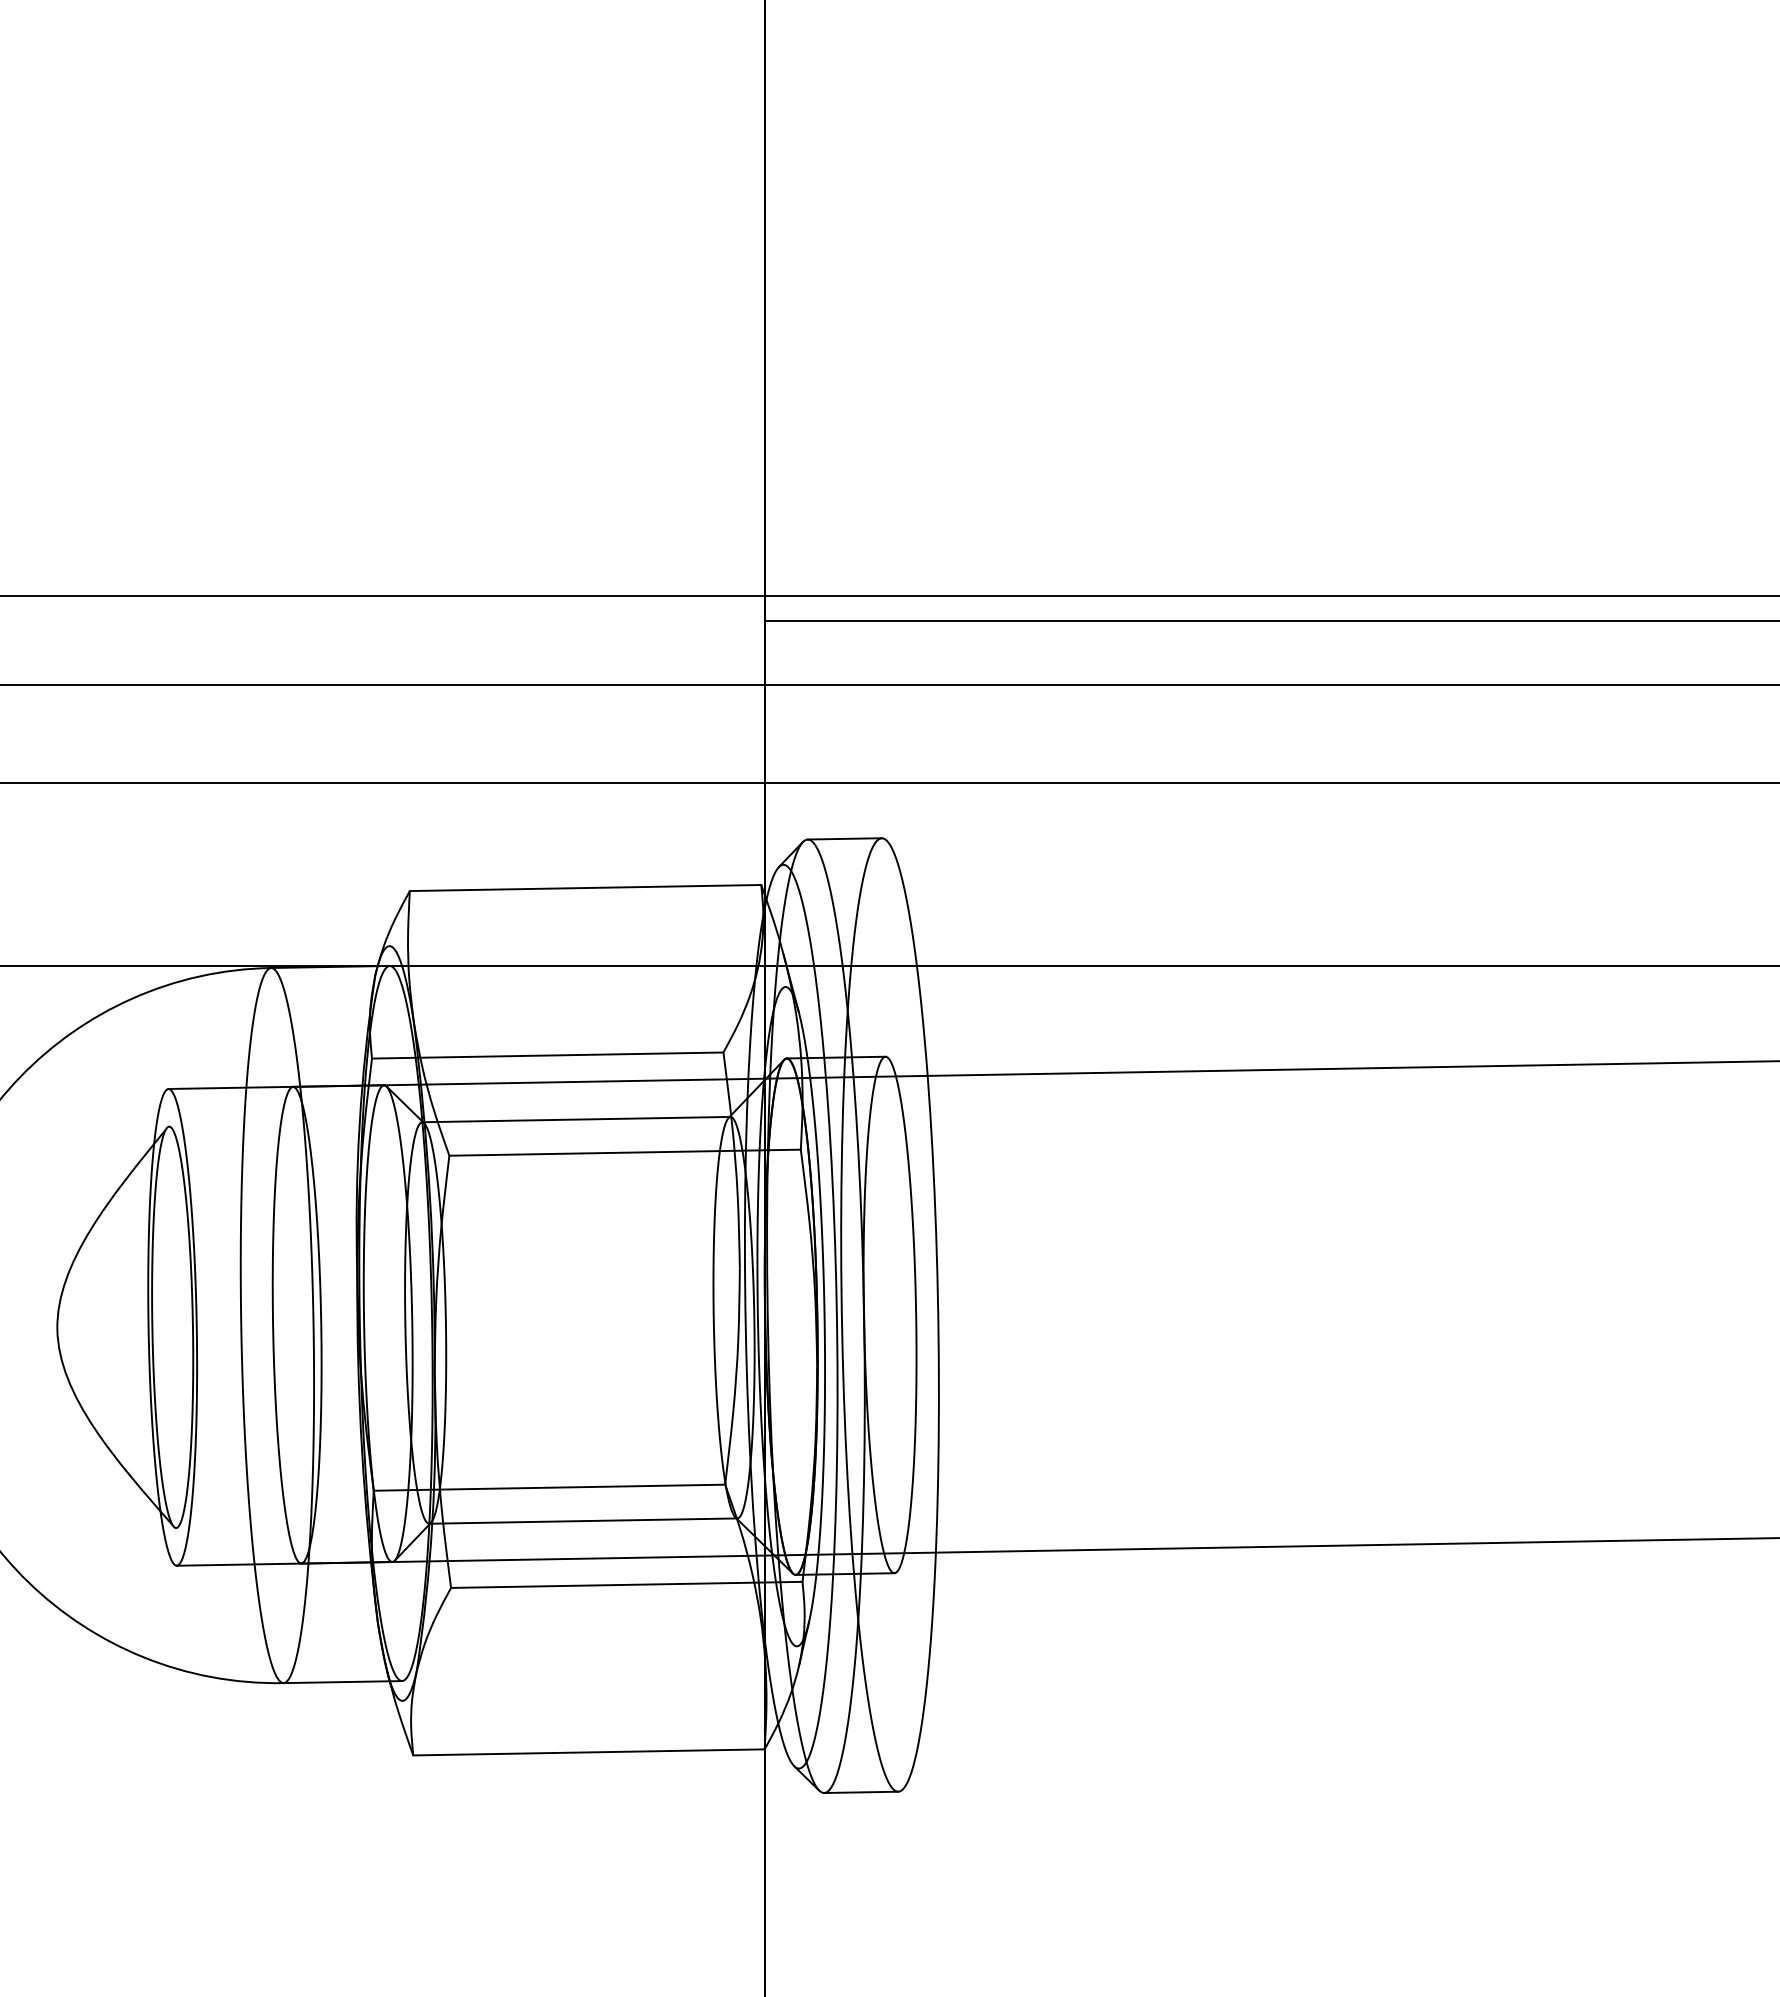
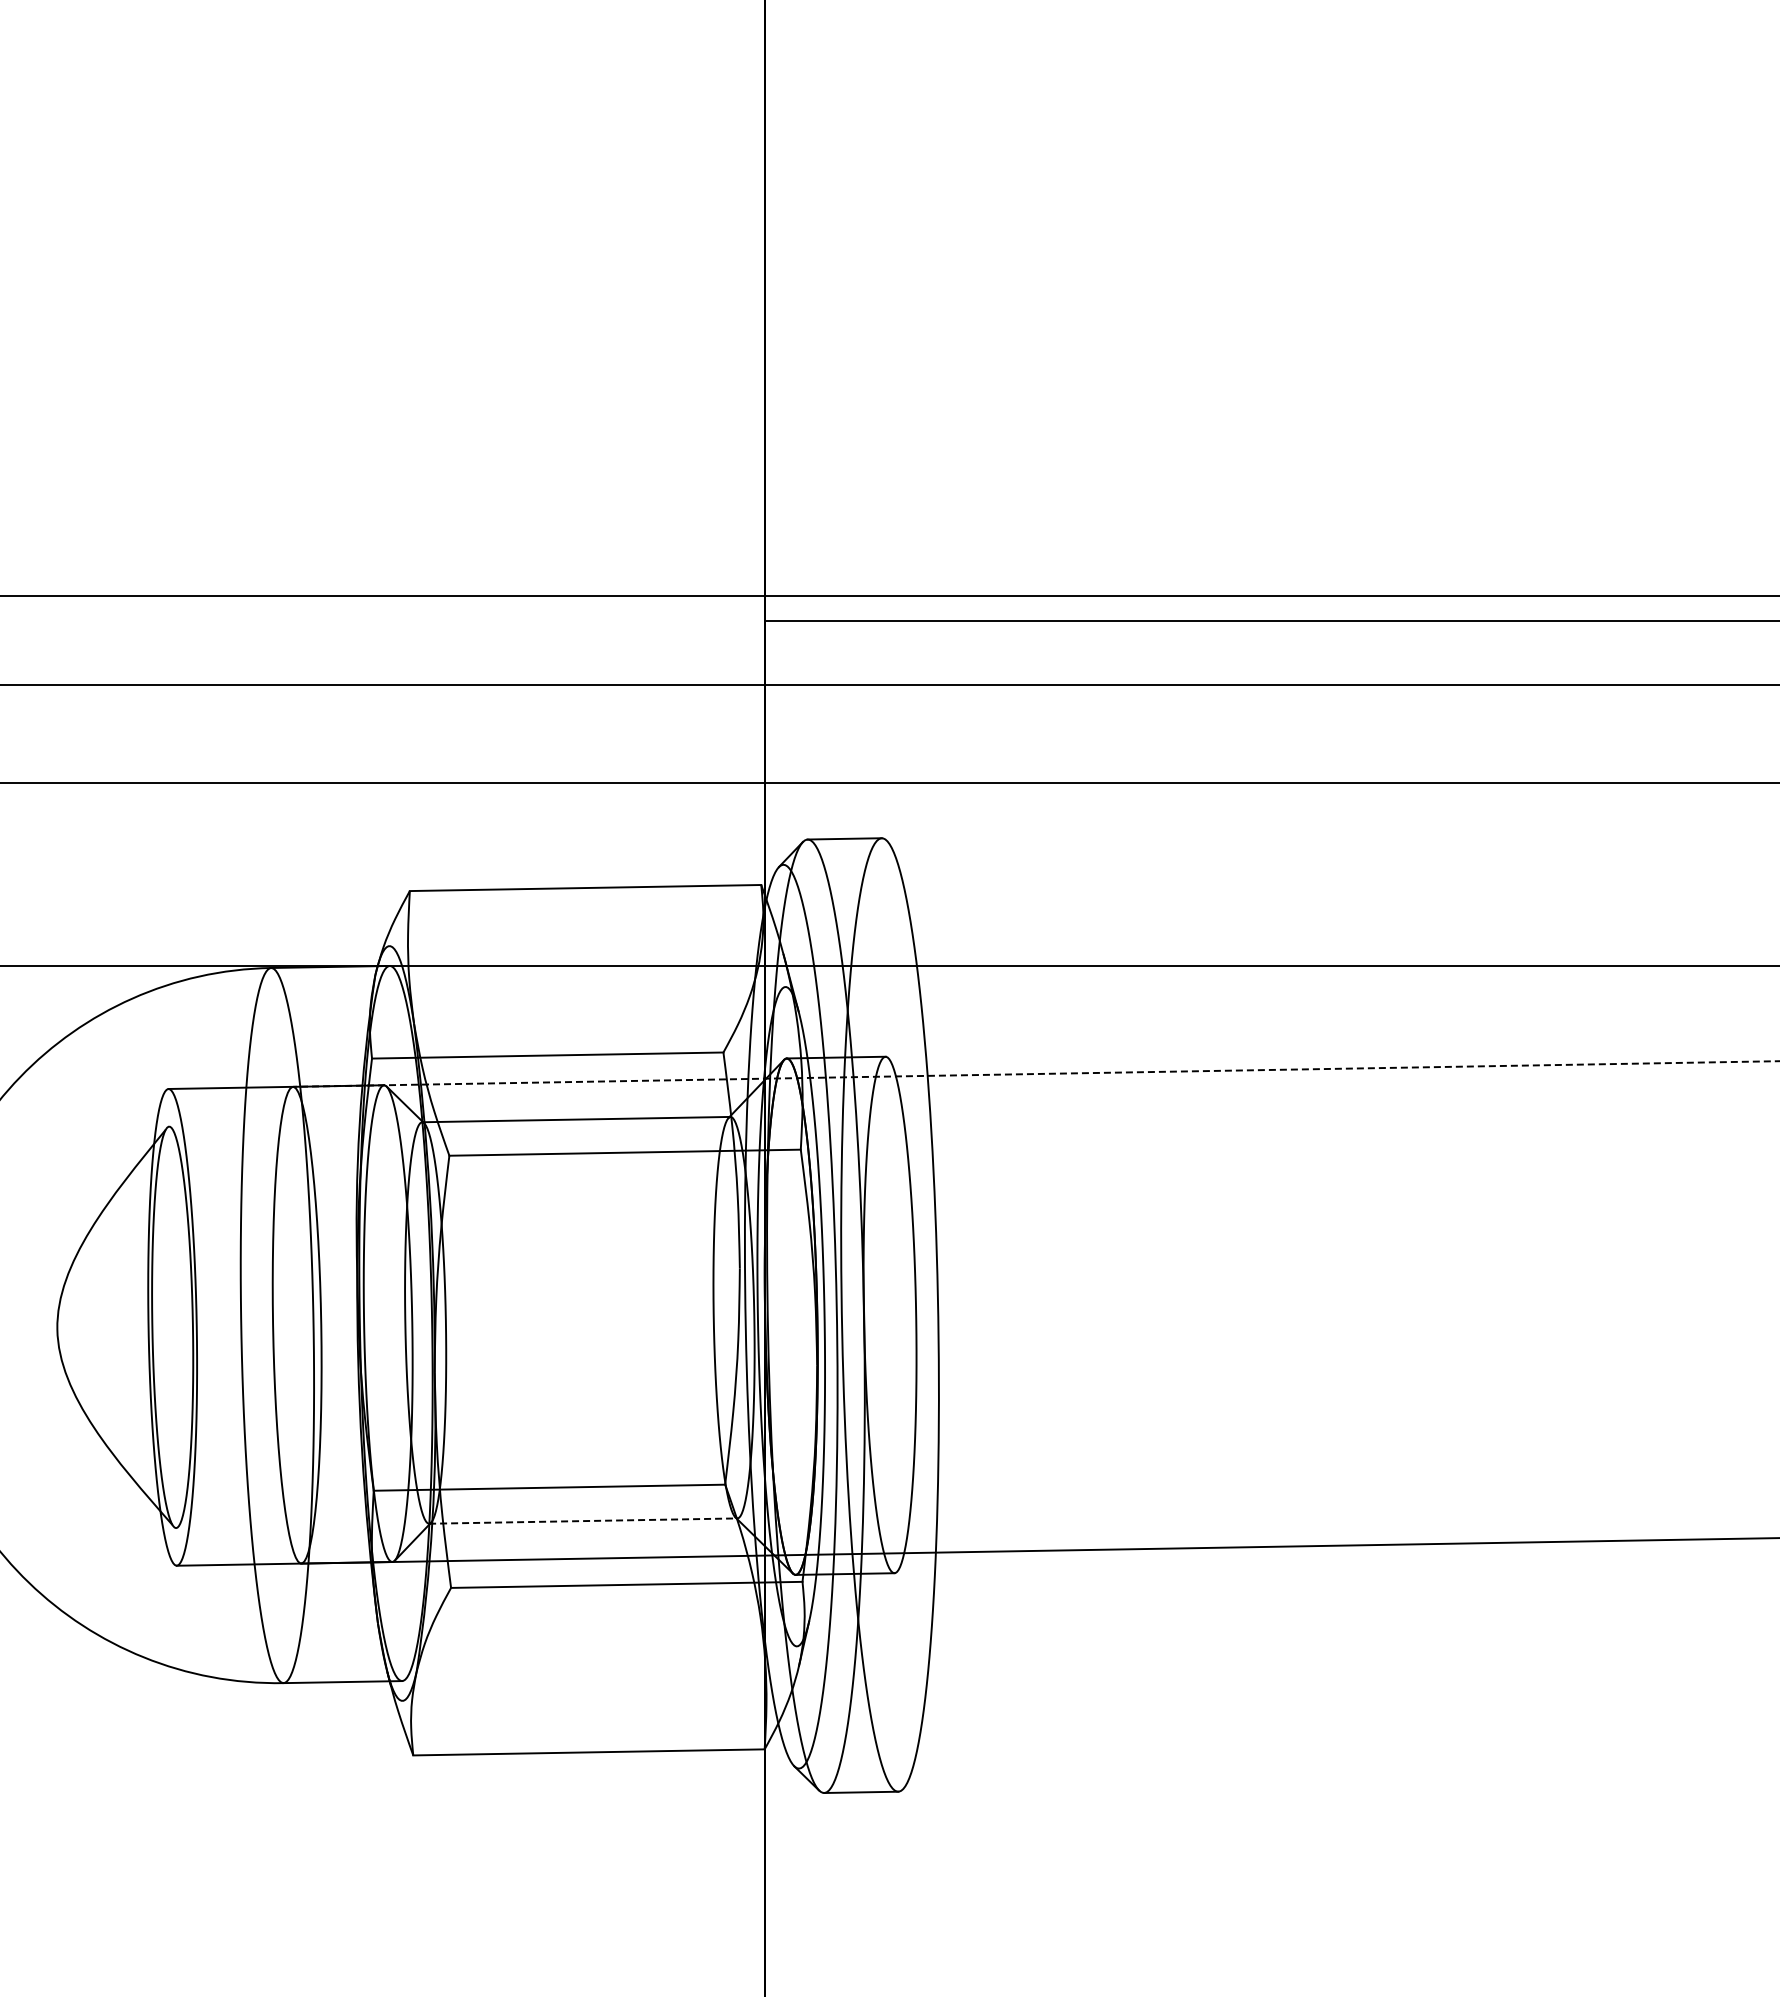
line at (1035, 1074): solid -> dashed
line at (583, 1521): solid -> dashed
